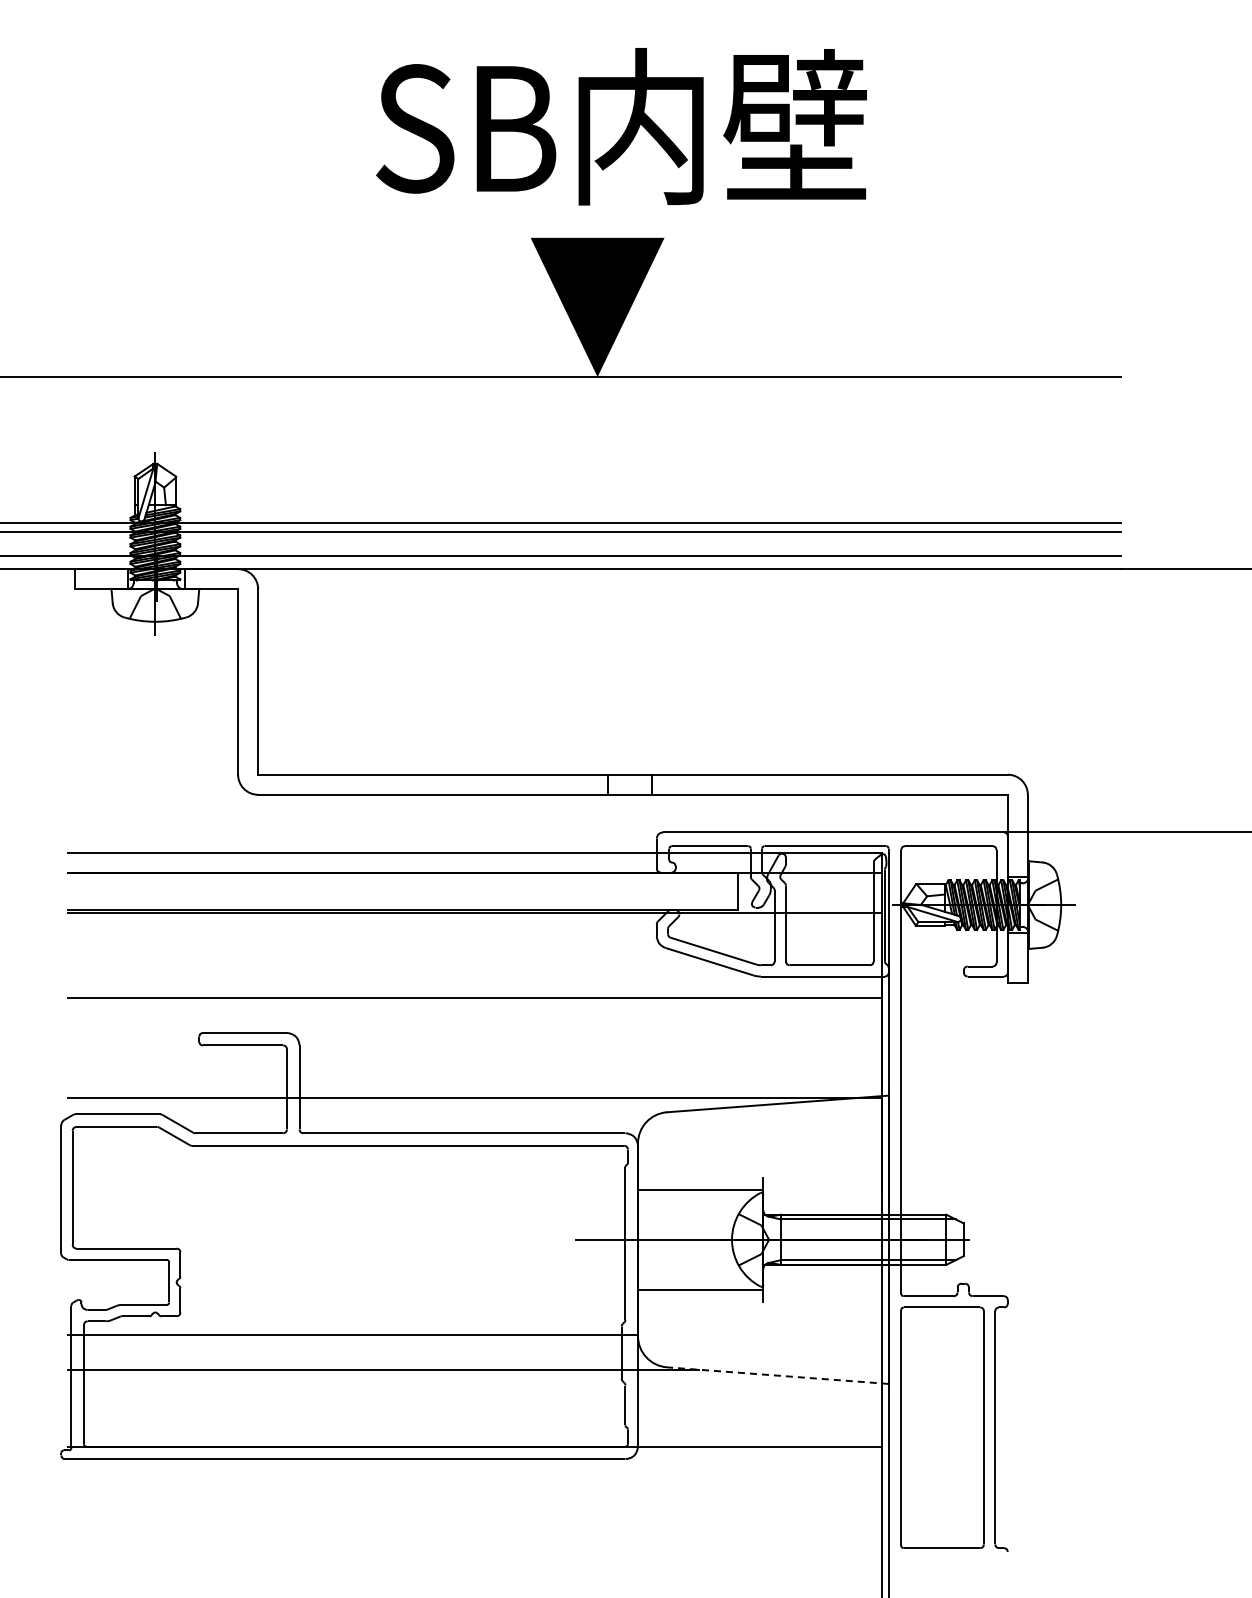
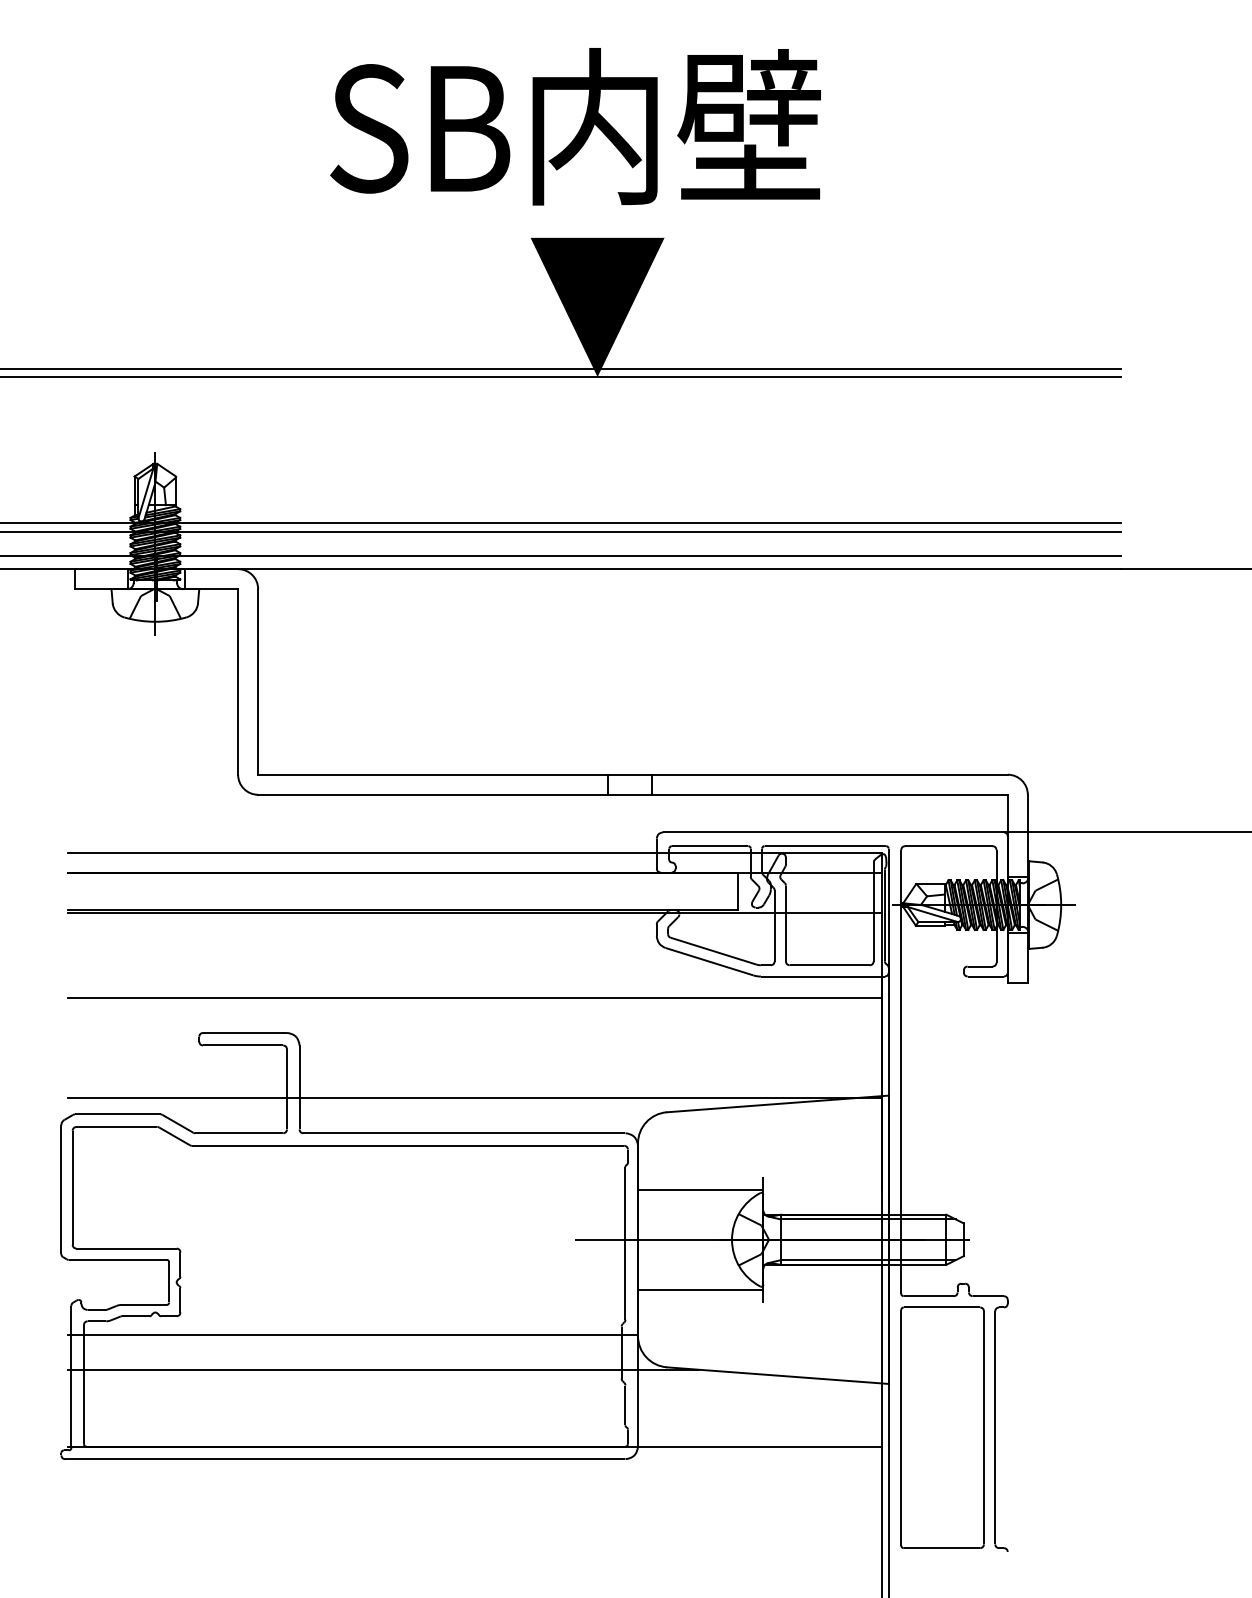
text at (621, 126) position: (621, 126) -> (575, 126)
line at (561, 368): none -> present
line at (777, 1375): dashed -> solid
